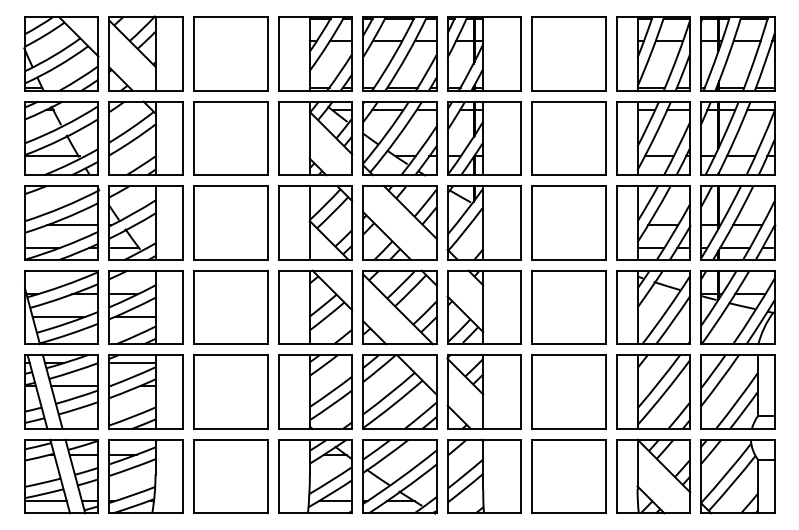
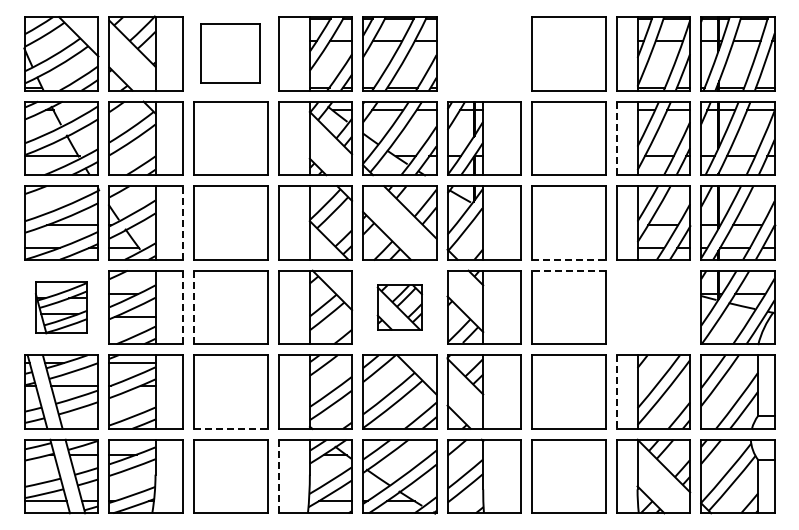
part at (230, 53) size: 76x76 px -> 61x61 px
part at (484, 53): present -> none
line at (616, 138): solid -> dashed
line at (182, 222): solid -> dashed
line at (568, 259): solid -> dashed
line at (568, 270): solid -> dashed
part at (61, 307) size: 75x76 px -> 53x54 px
line at (182, 307): solid -> dashed
line at (194, 307): solid -> dashed
part at (399, 307) size: 76x77 px -> 47x47 px
part at (653, 307): present -> none
line at (616, 392): solid -> dashed
line at (230, 428): solid -> dashed
line at (278, 476): solid -> dashed
